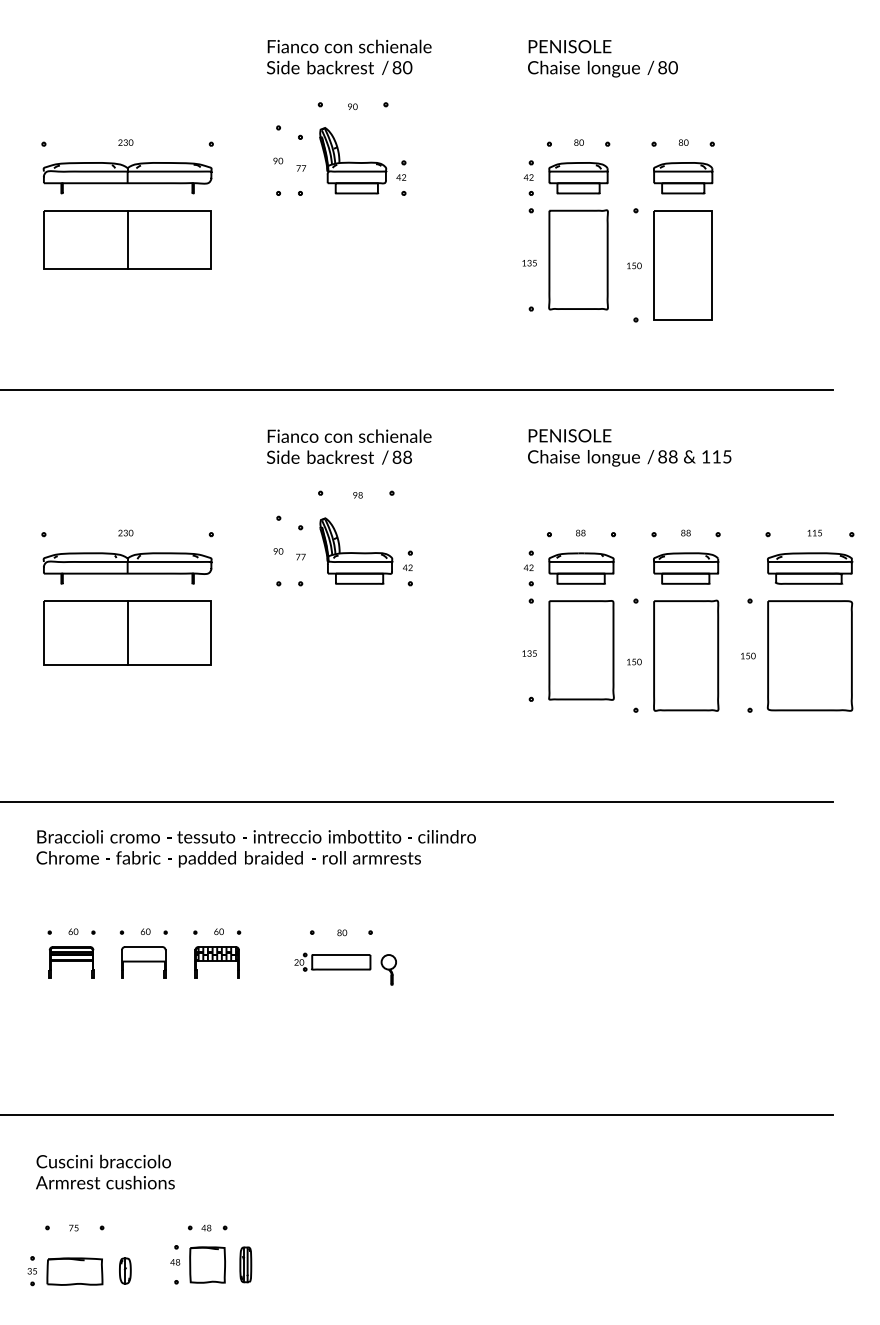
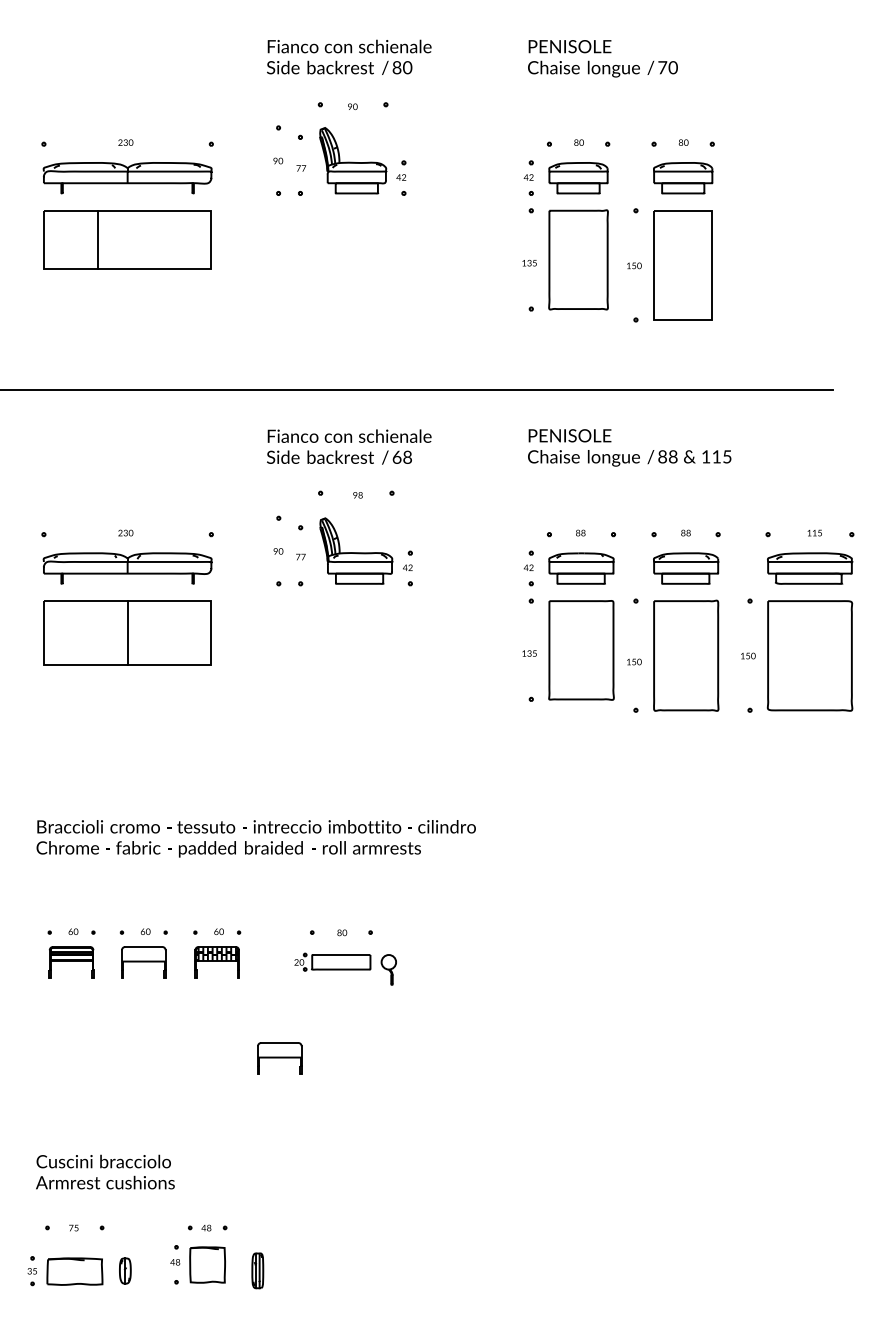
text at (662, 67): 80 -> 70
line at (127, 239) position: (127, 239) -> (97, 239)
text at (396, 456): 88 -> 68
line at (417, 801): present -> none
text at (255, 848) position: (255, 848) -> (255, 838)
part at (279, 1058): none -> present
line at (417, 1114): present -> none
part at (245, 1264) position: (245, 1264) -> (257, 1270)
